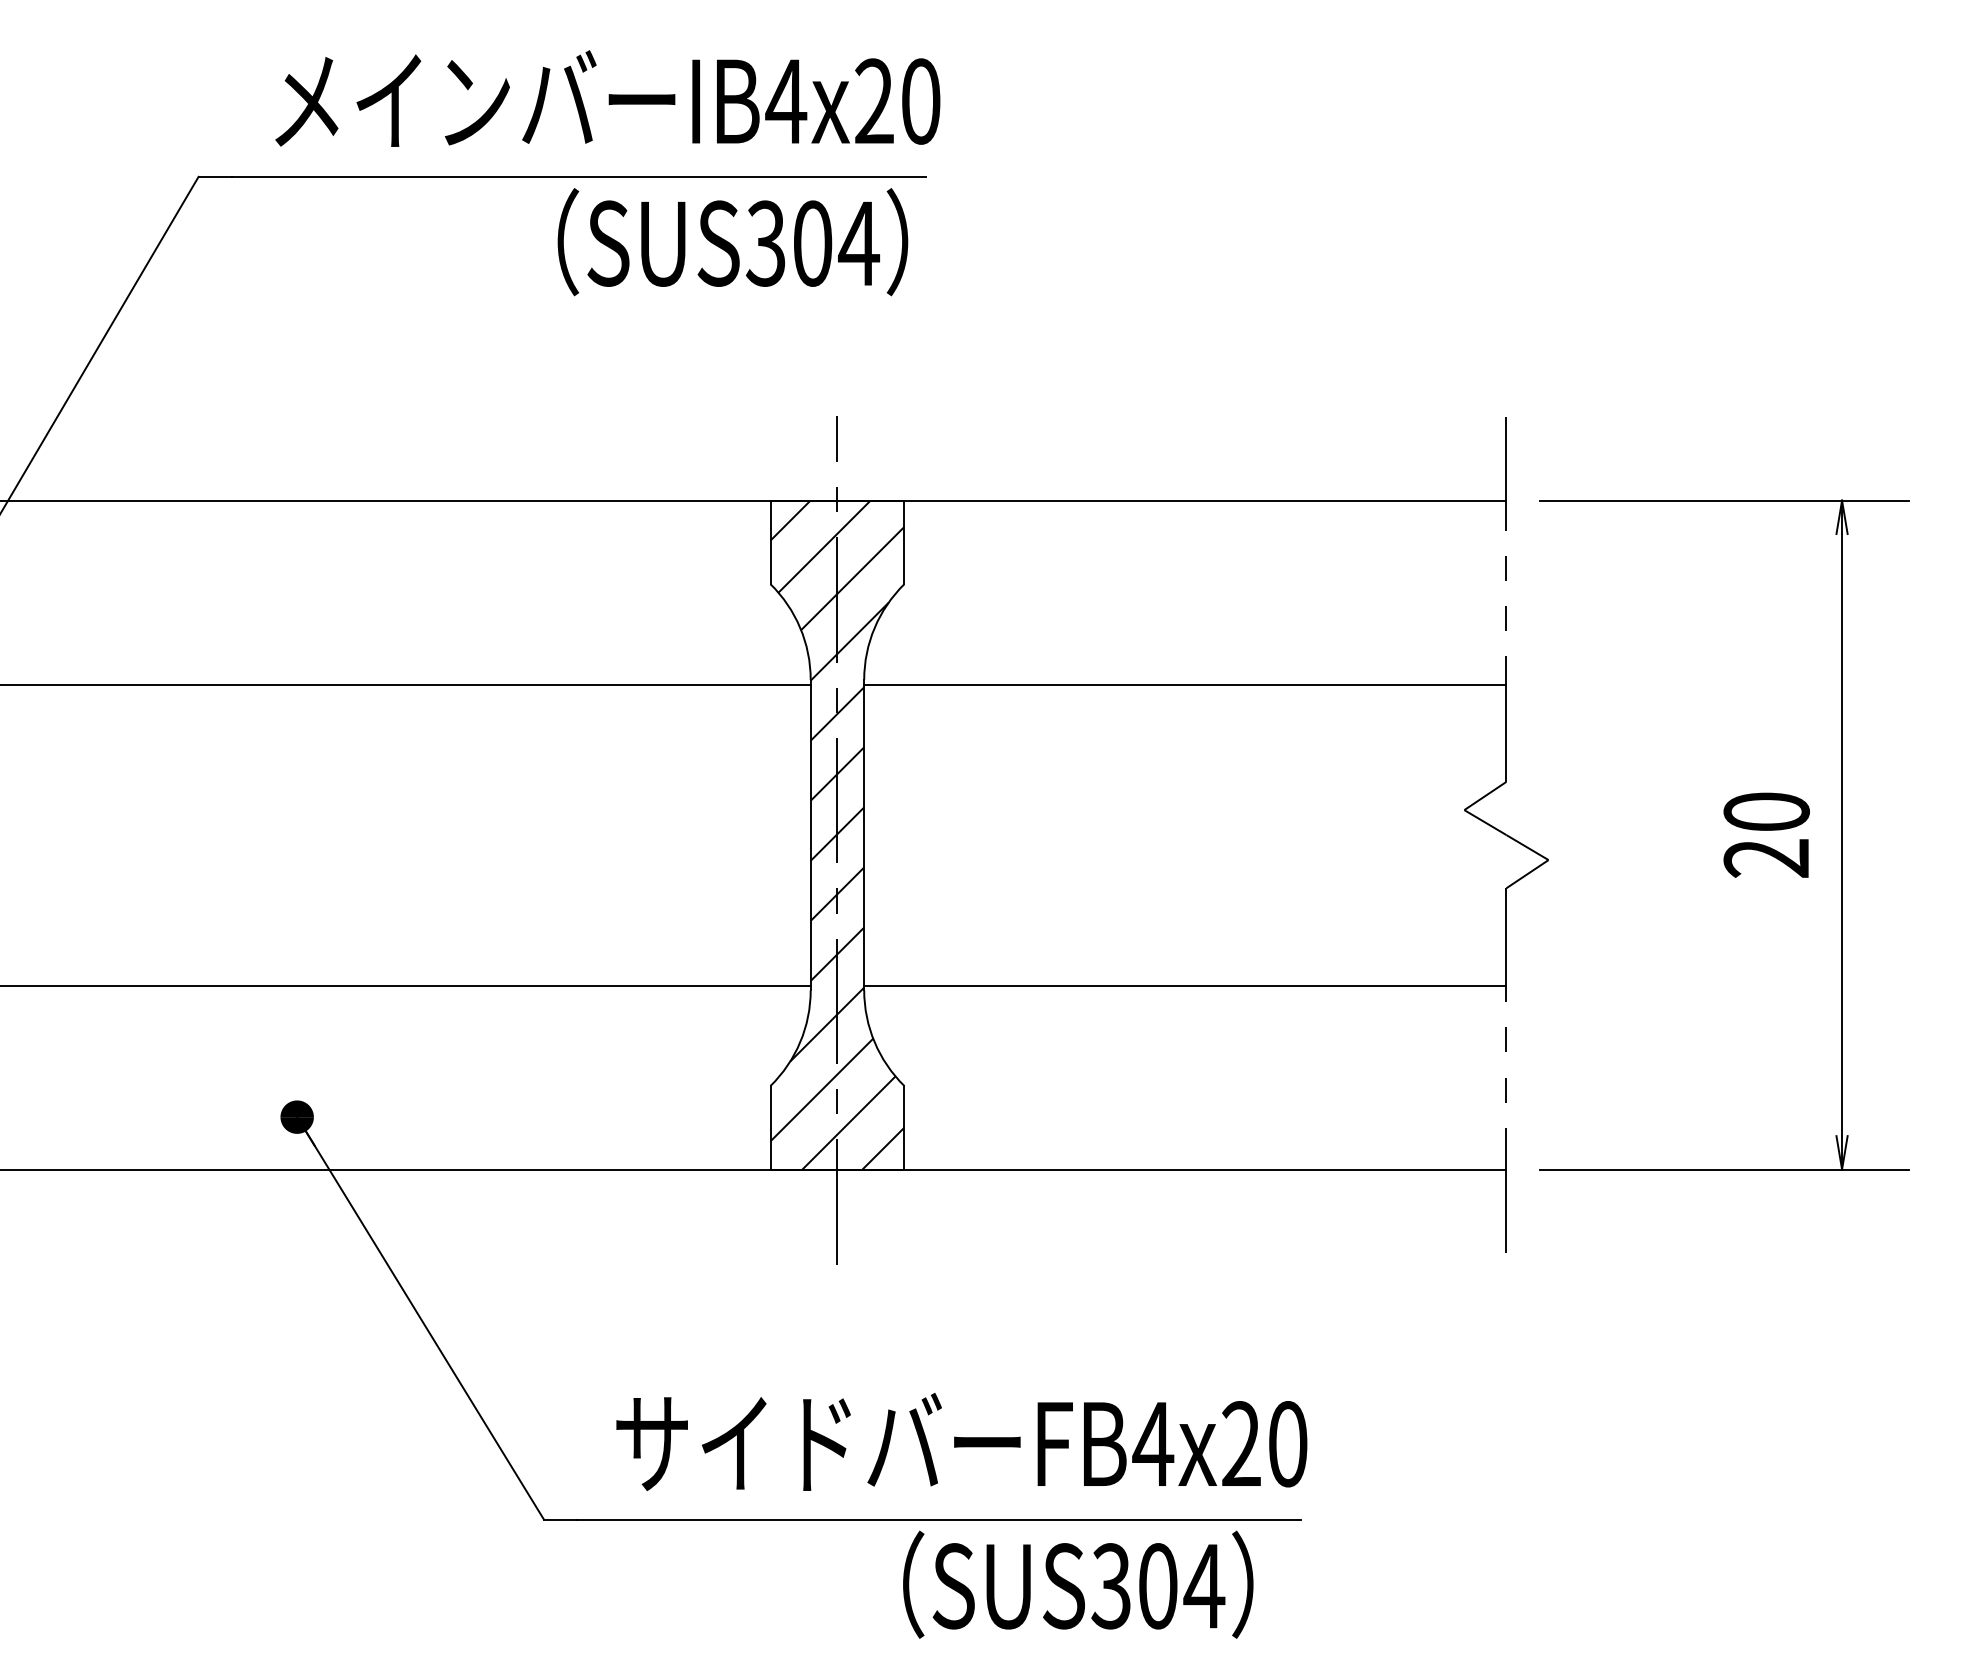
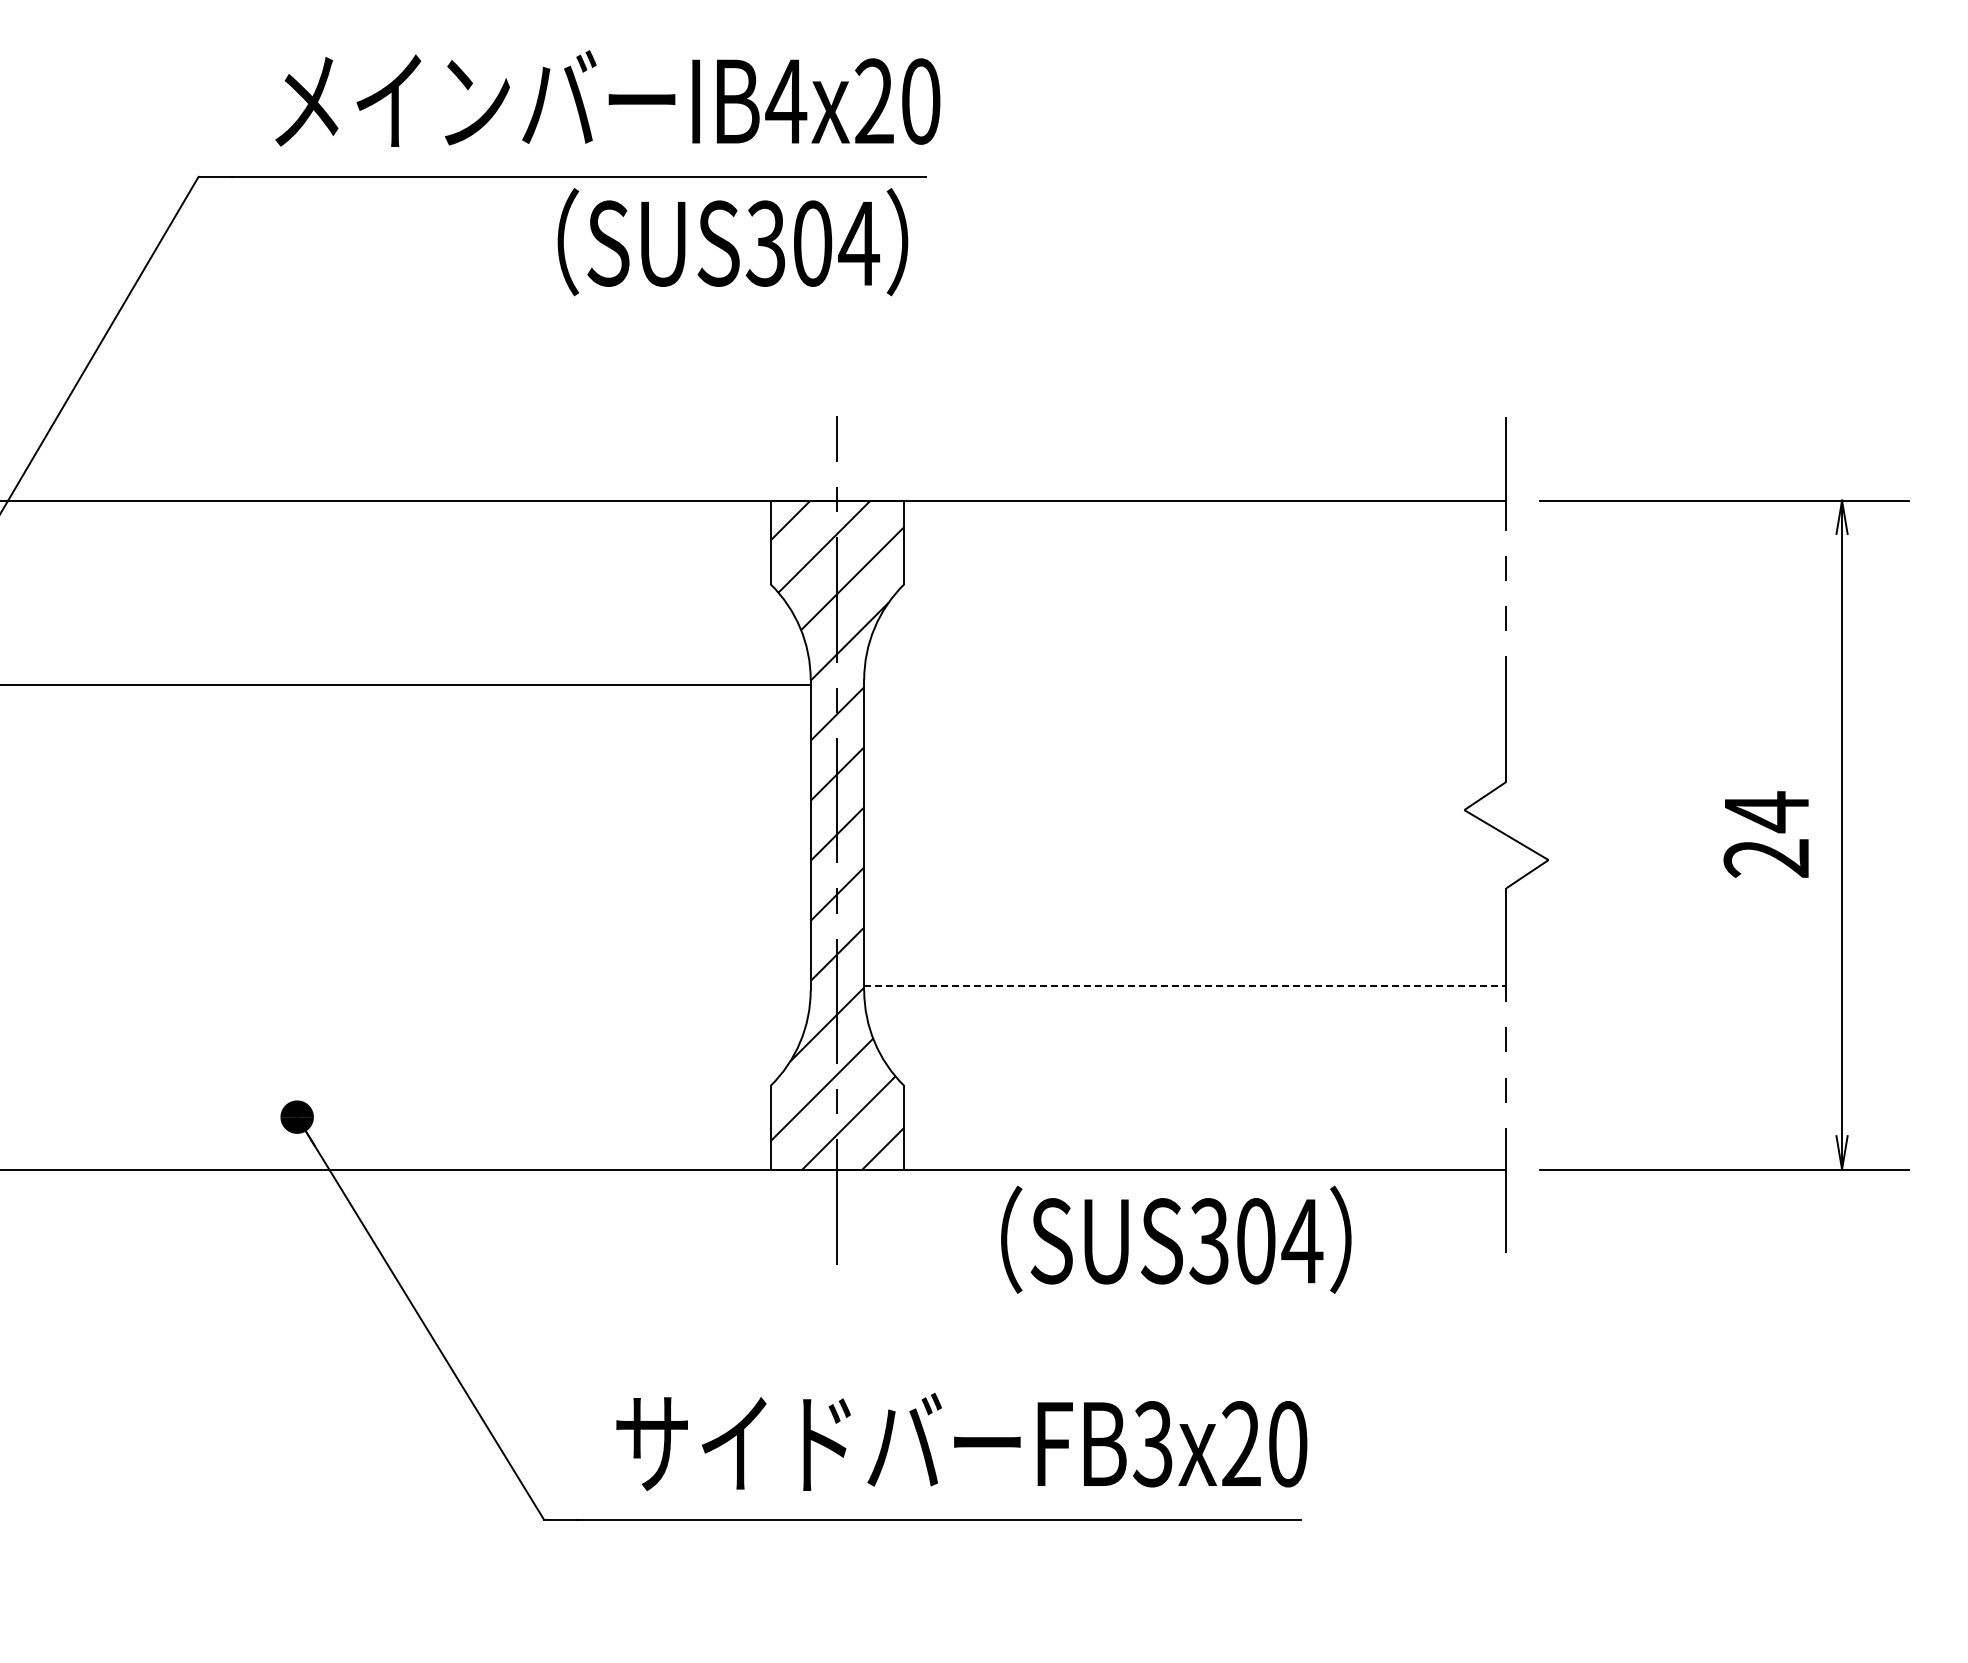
line at (1185, 684): present -> none
text at (1766, 812): 20 -> 24
line at (406, 985): present -> none
line at (1185, 985): solid -> dashed
text at (1153, 1444): FB4x20 -> FB3x20
text at (1078, 1584) position: (1078, 1584) -> (1176, 1239)
